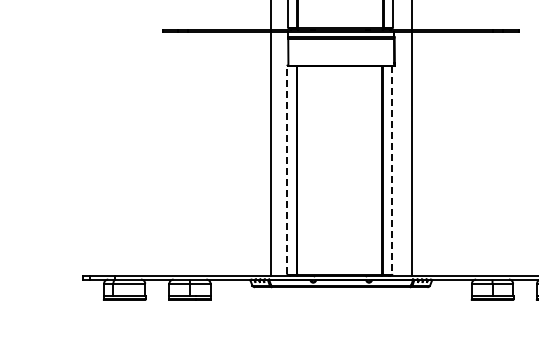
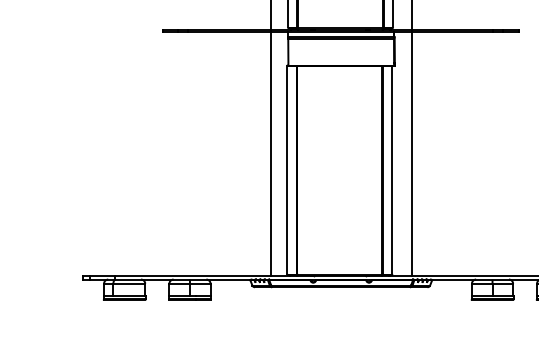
line at (287, 169): dashed -> solid
line at (392, 169): dashed -> solid
